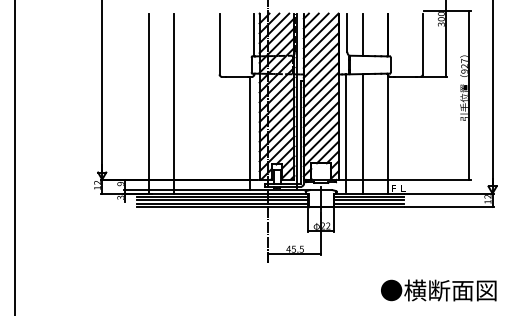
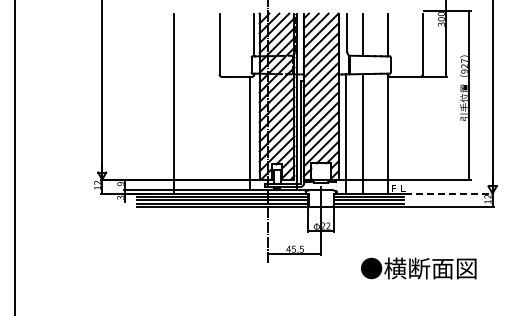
line at (148, 103): present -> none
line at (449, 193): solid -> dashed
text at (438, 290) position: (438, 290) -> (418, 268)
